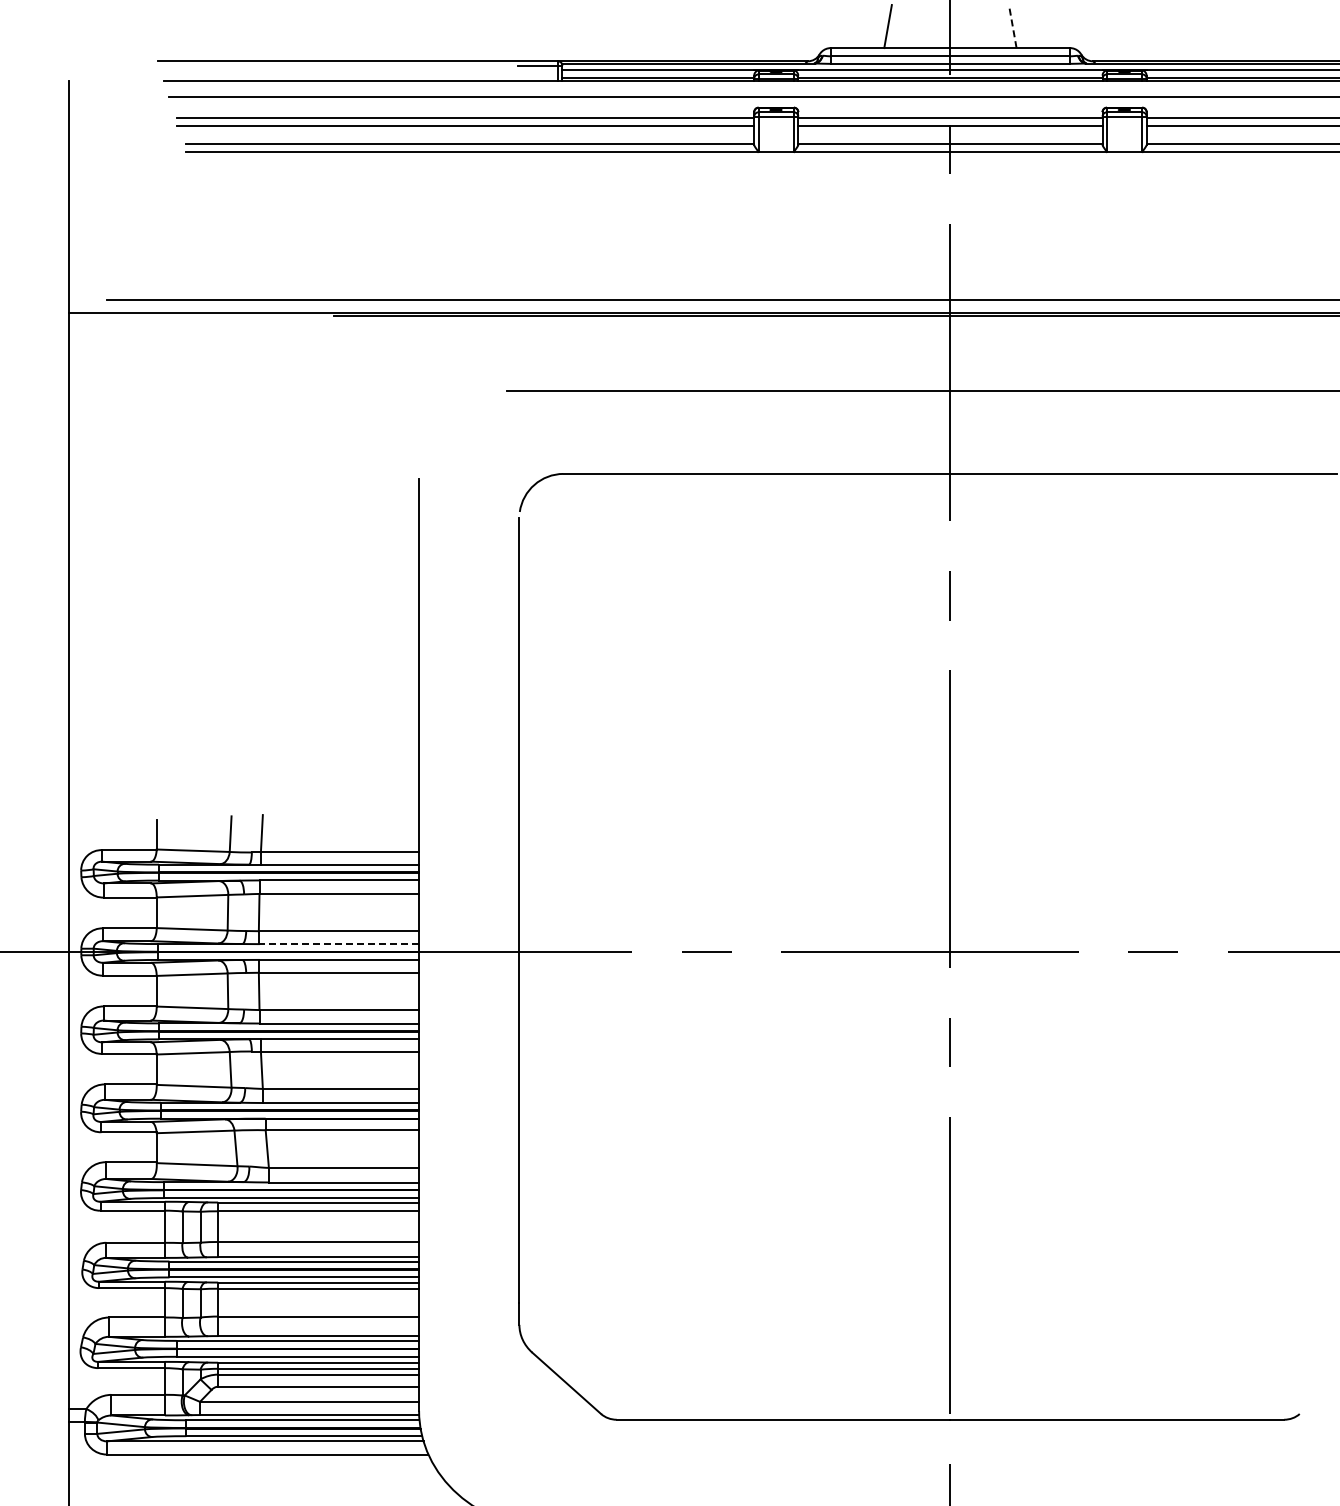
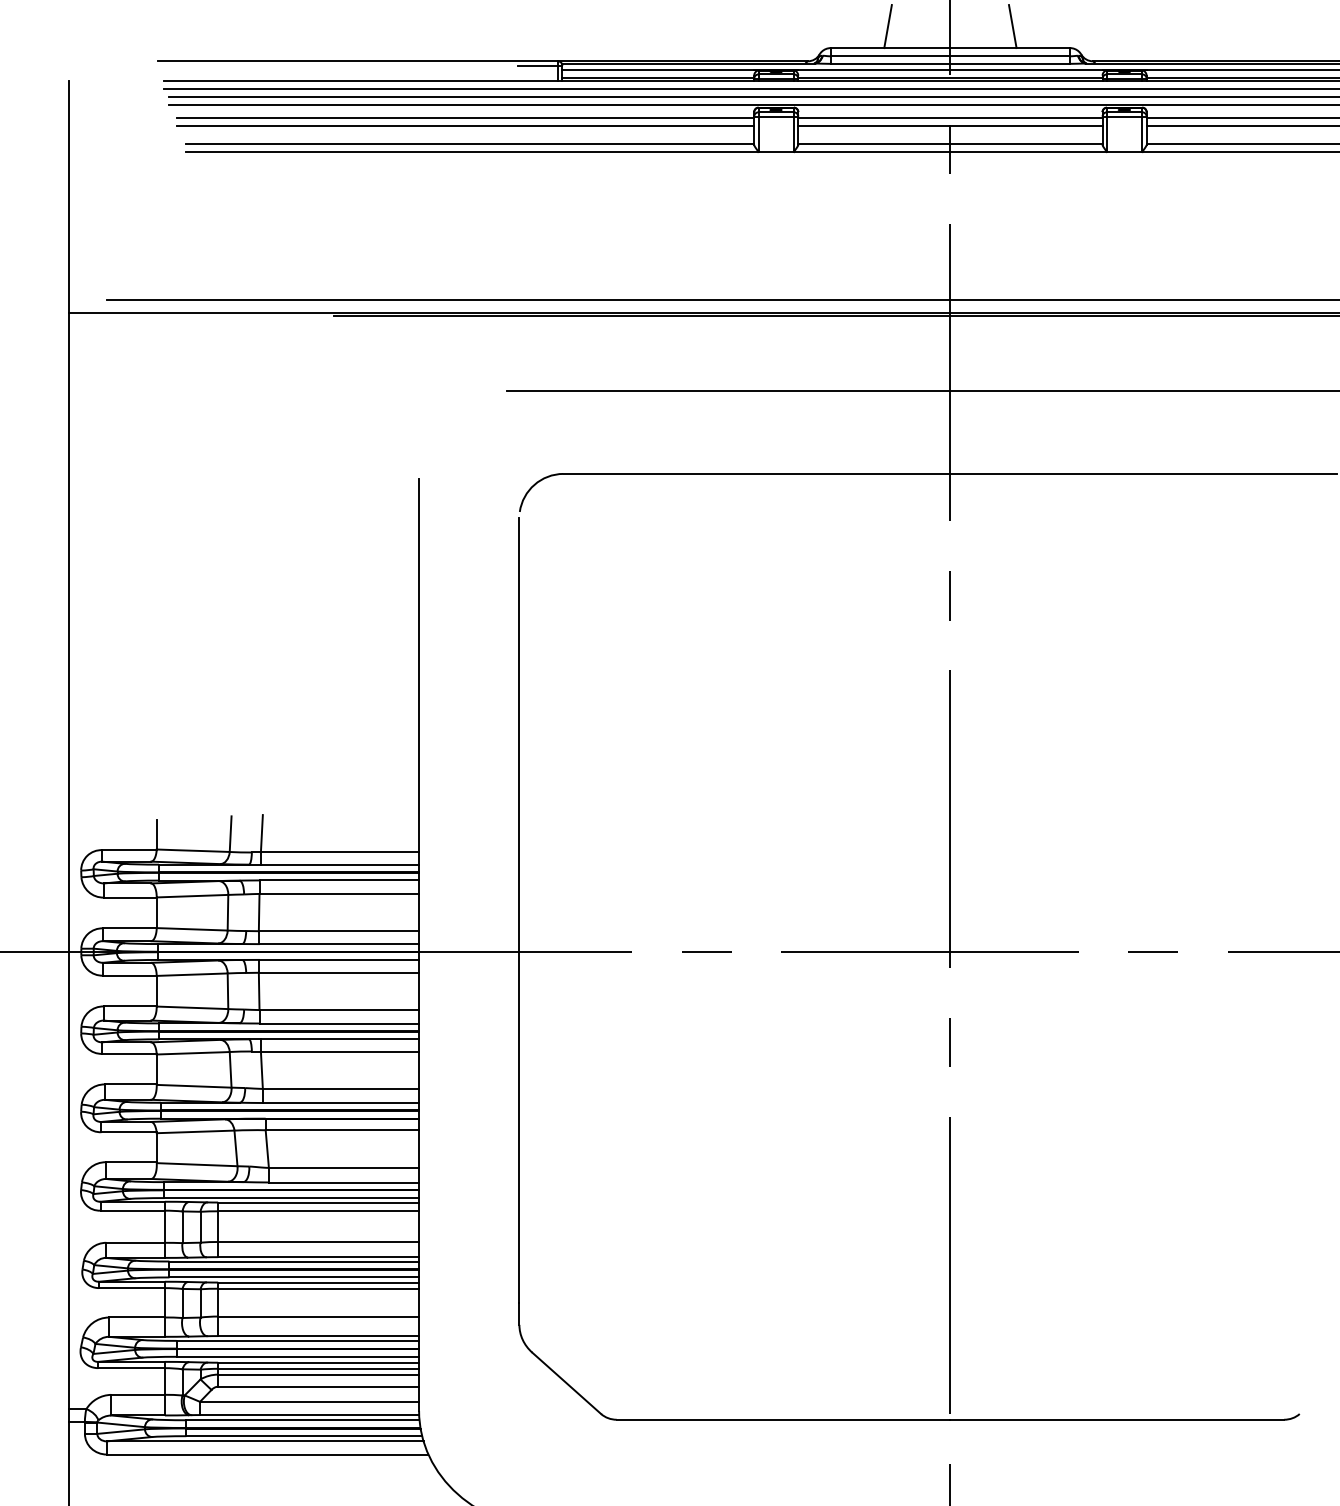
line at (1012, 26): dashed -> solid
line at (750, 88): none -> present
line at (752, 104): none -> present
line at (338, 944): dashed -> solid
